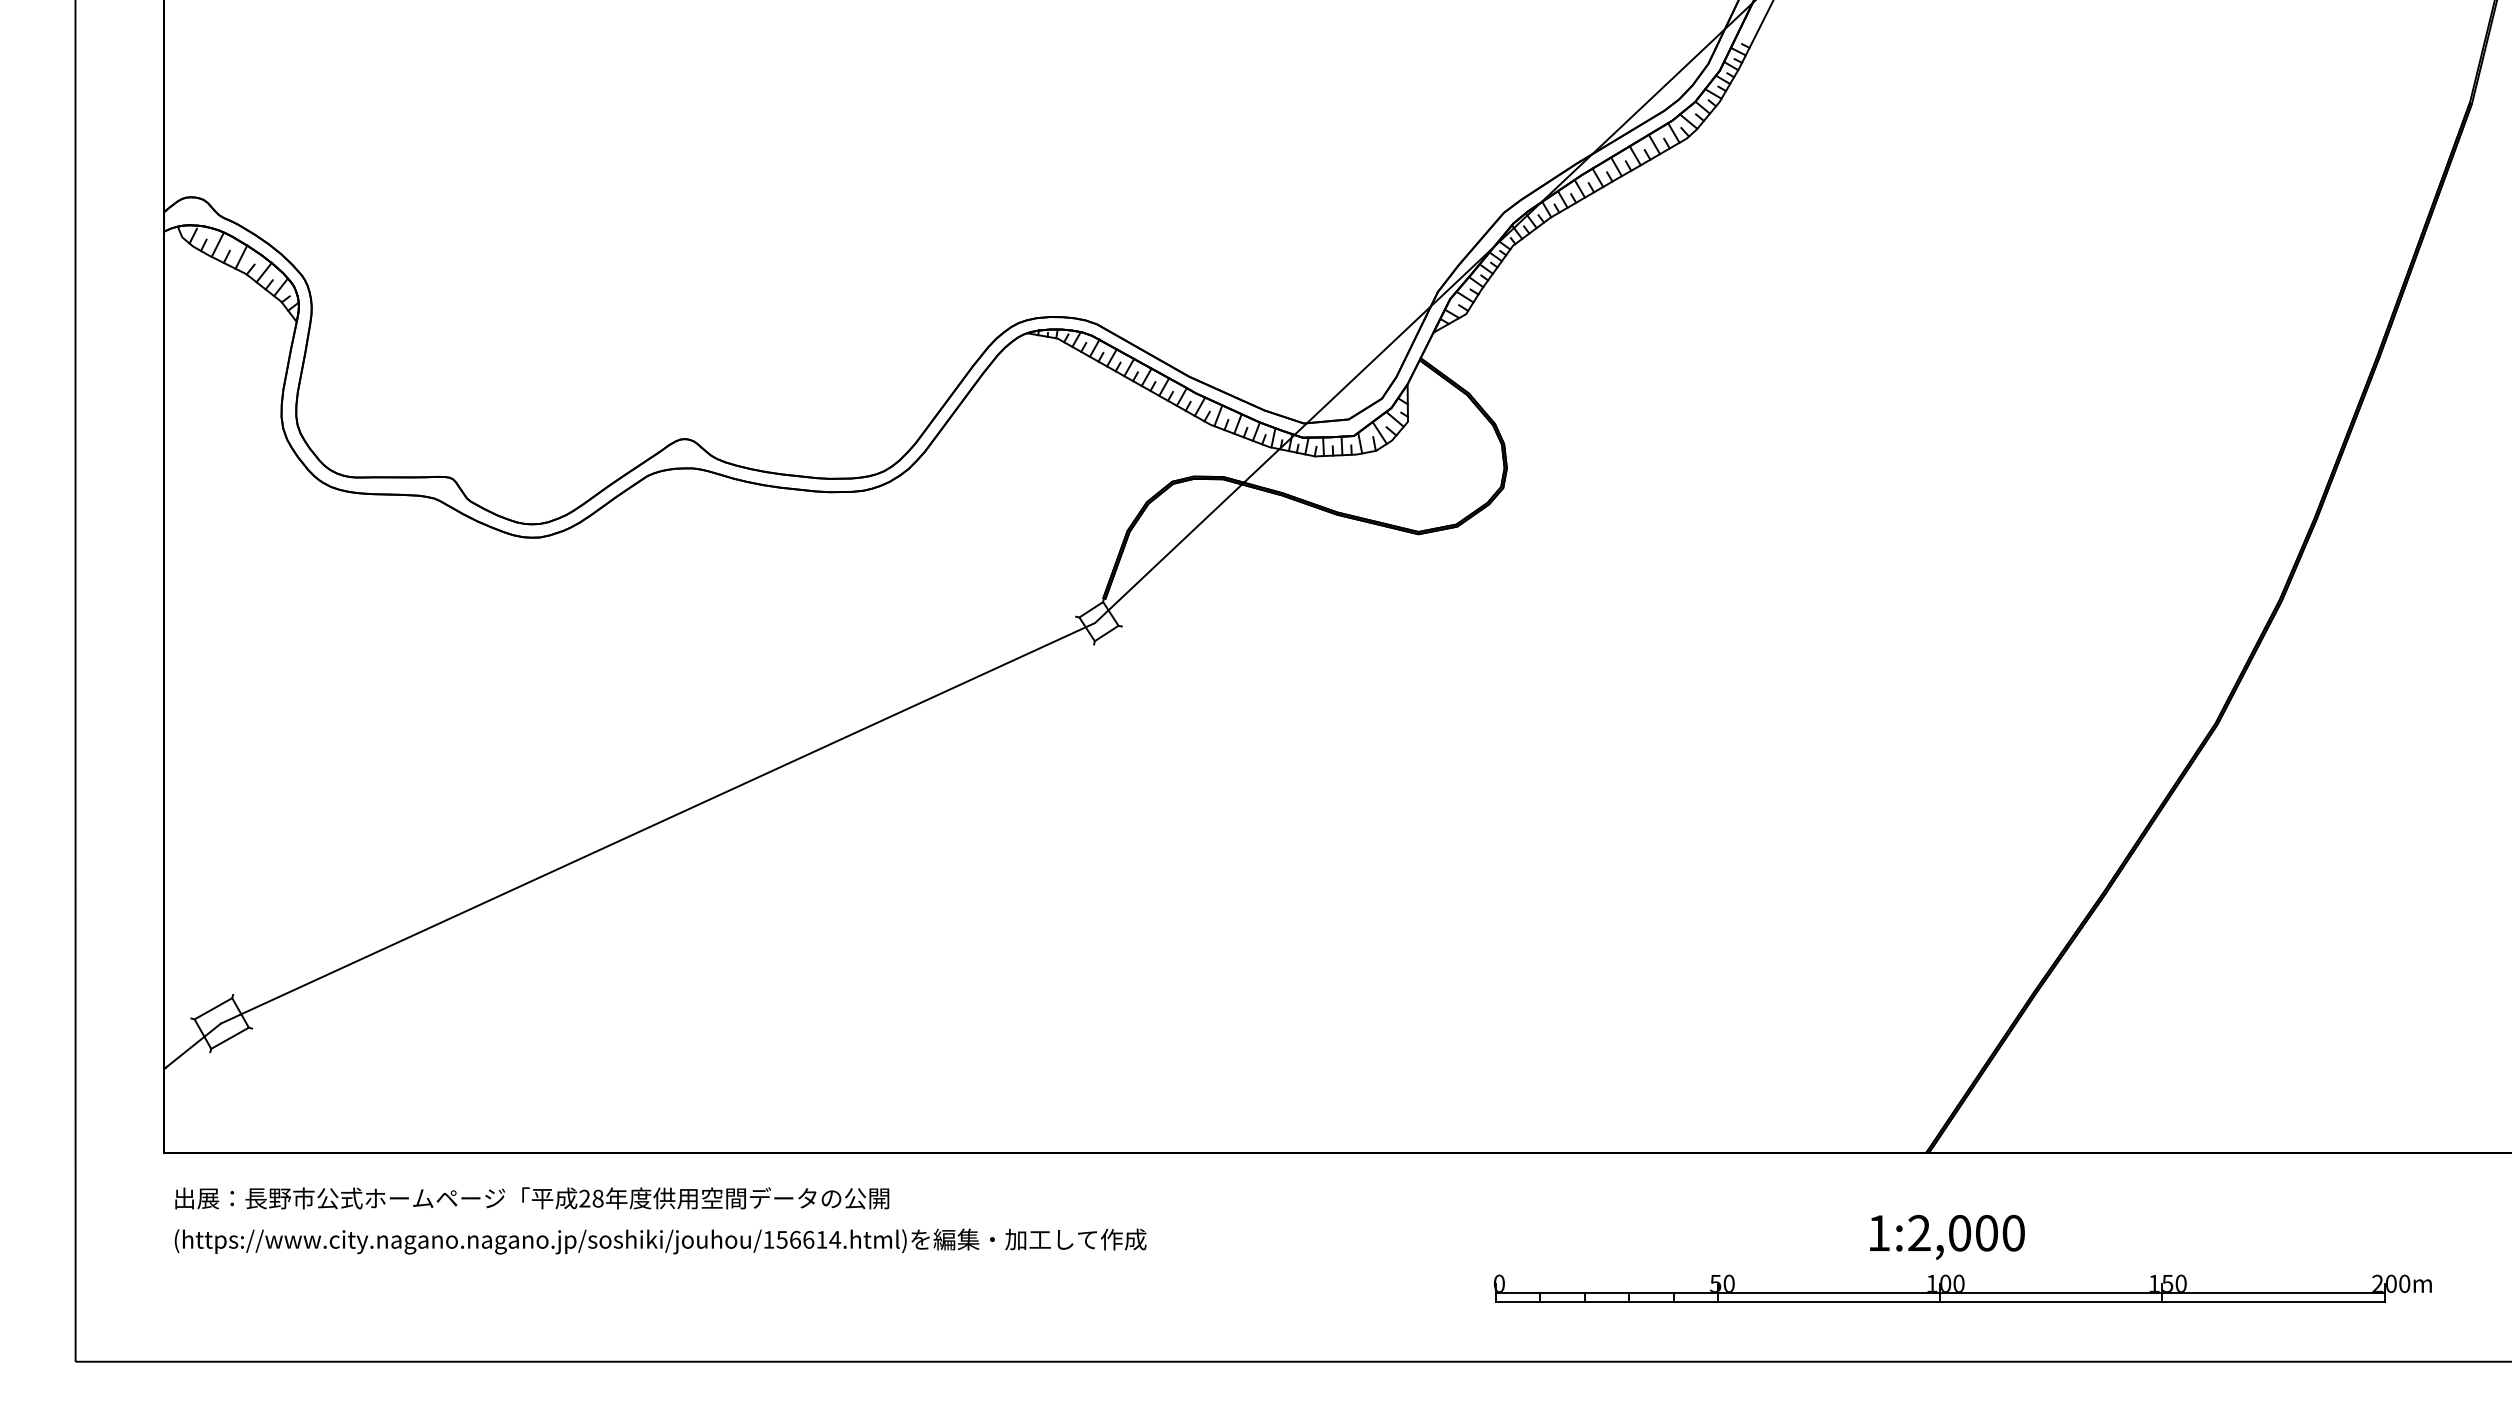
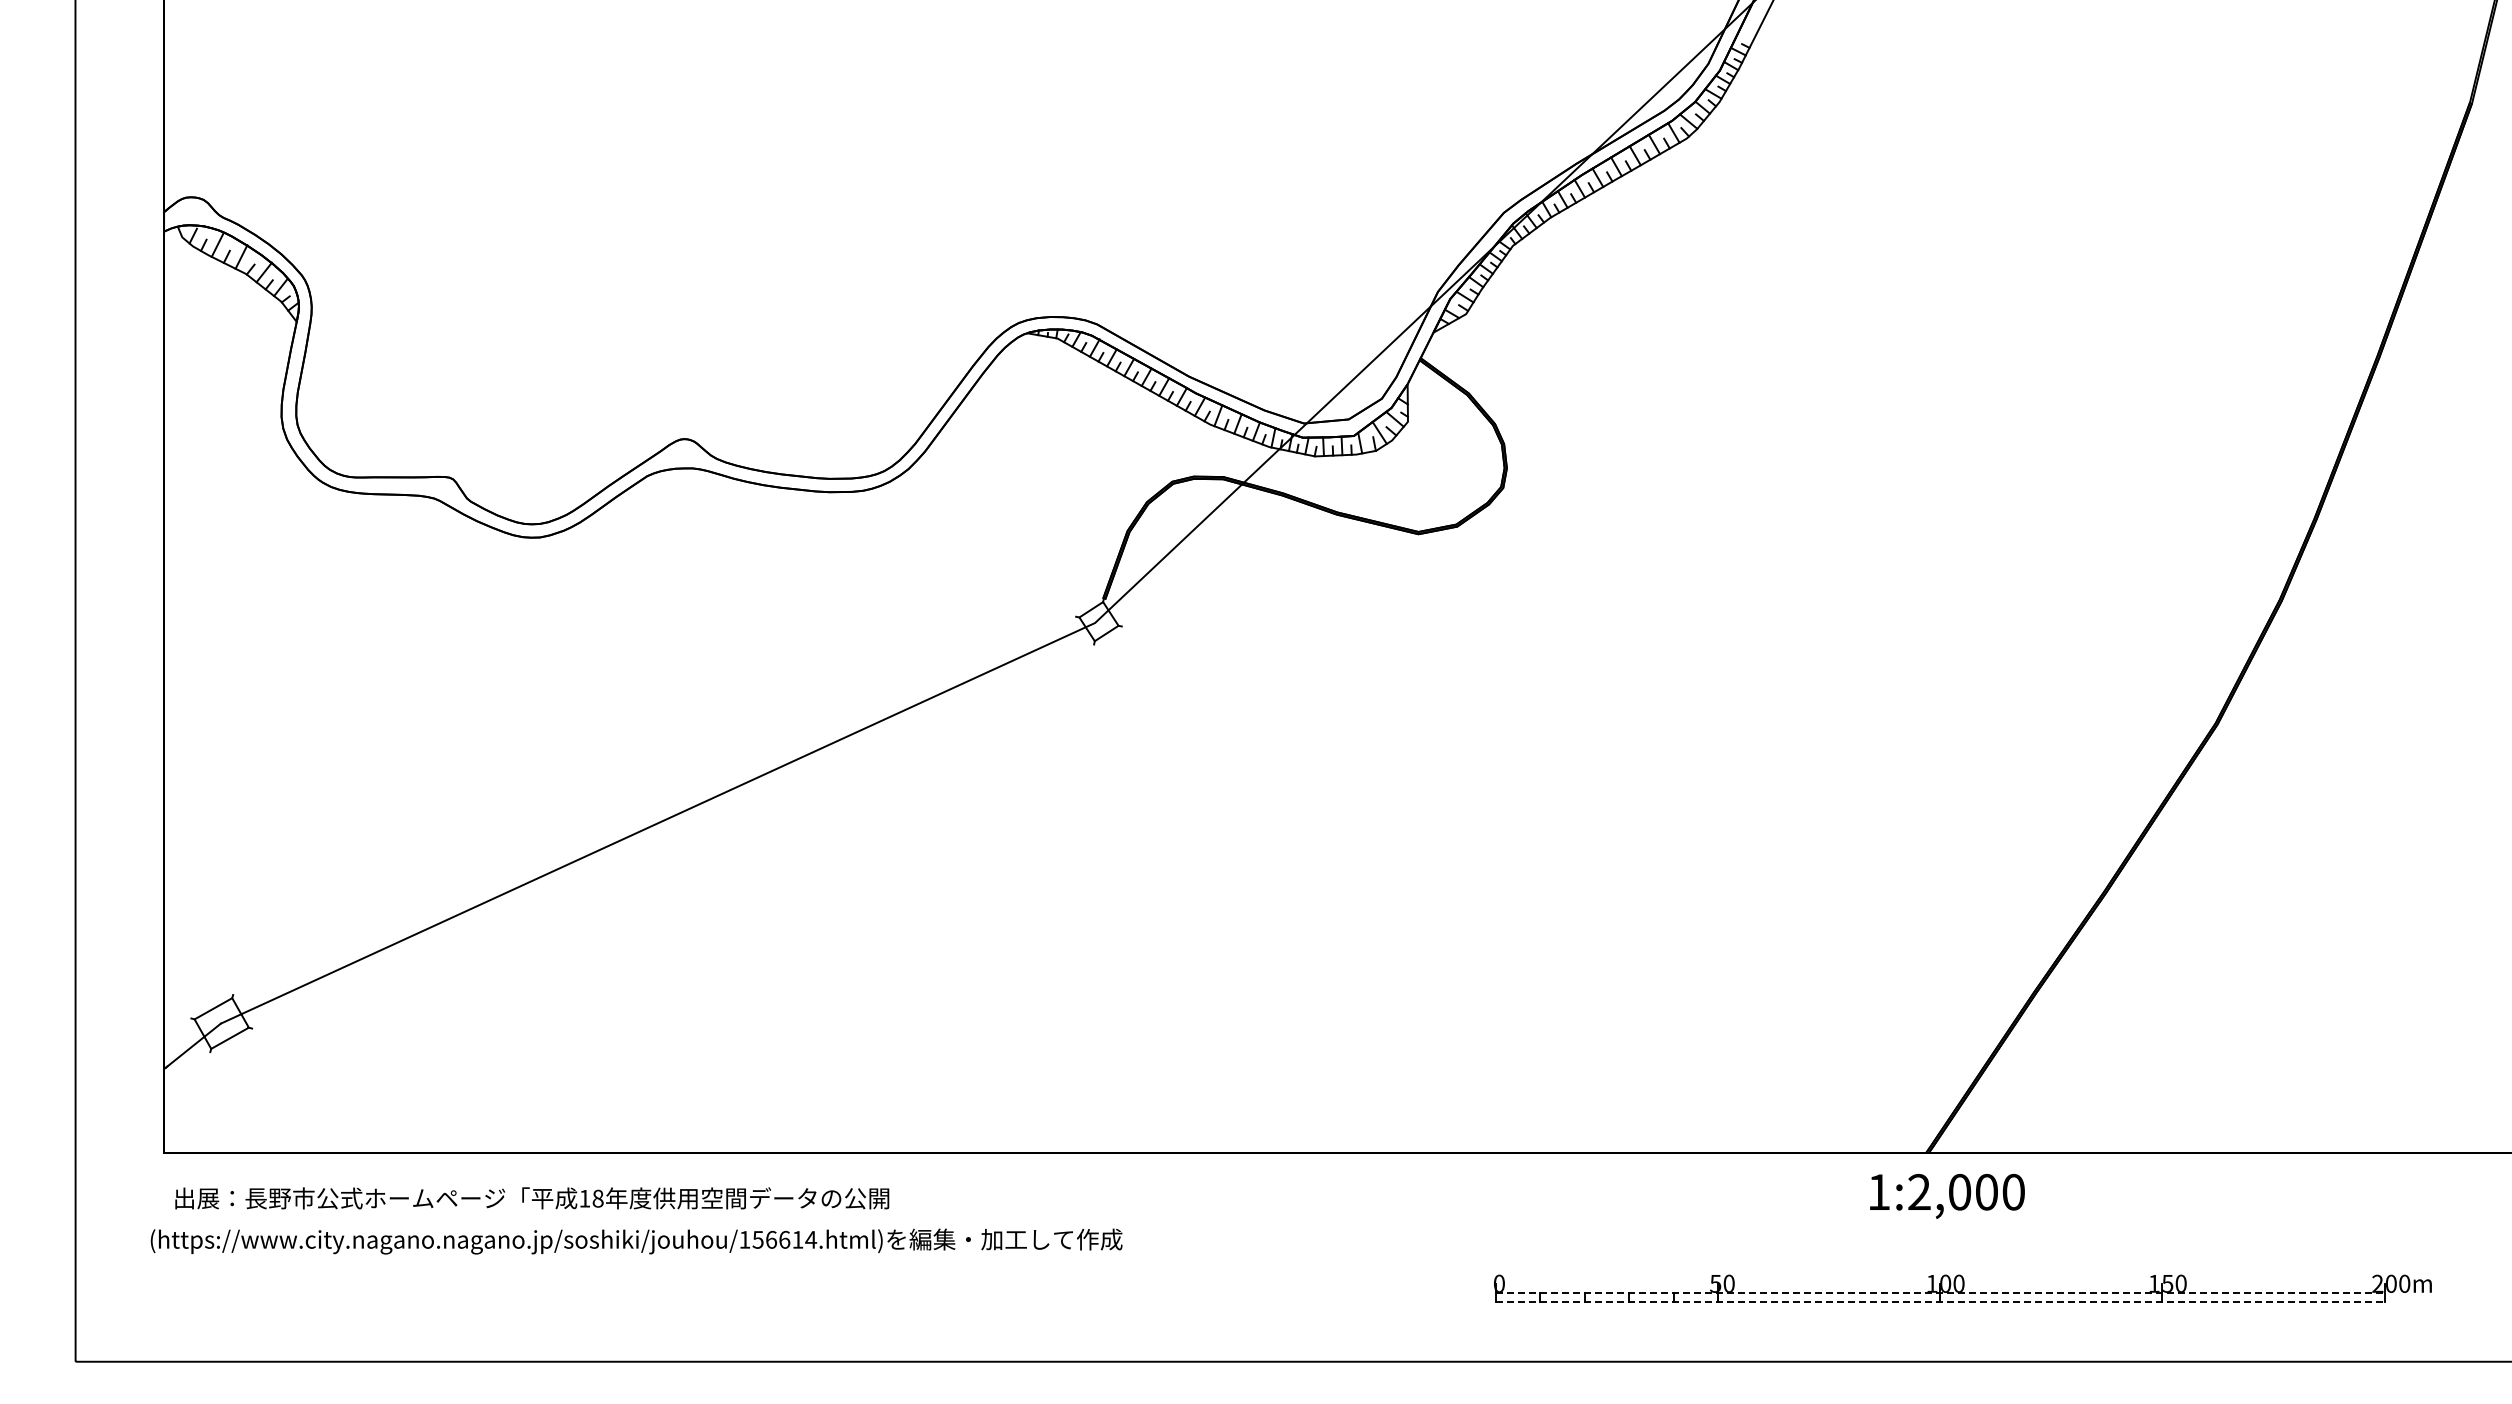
text at (584, 1198): 28 -> 18
text at (1947, 1237) position: (1947, 1237) -> (1947, 1196)
text at (660, 1241) position: (660, 1241) -> (636, 1241)
line at (1940, 1293): solid -> dashed
line at (1940, 1302): solid -> dashed
